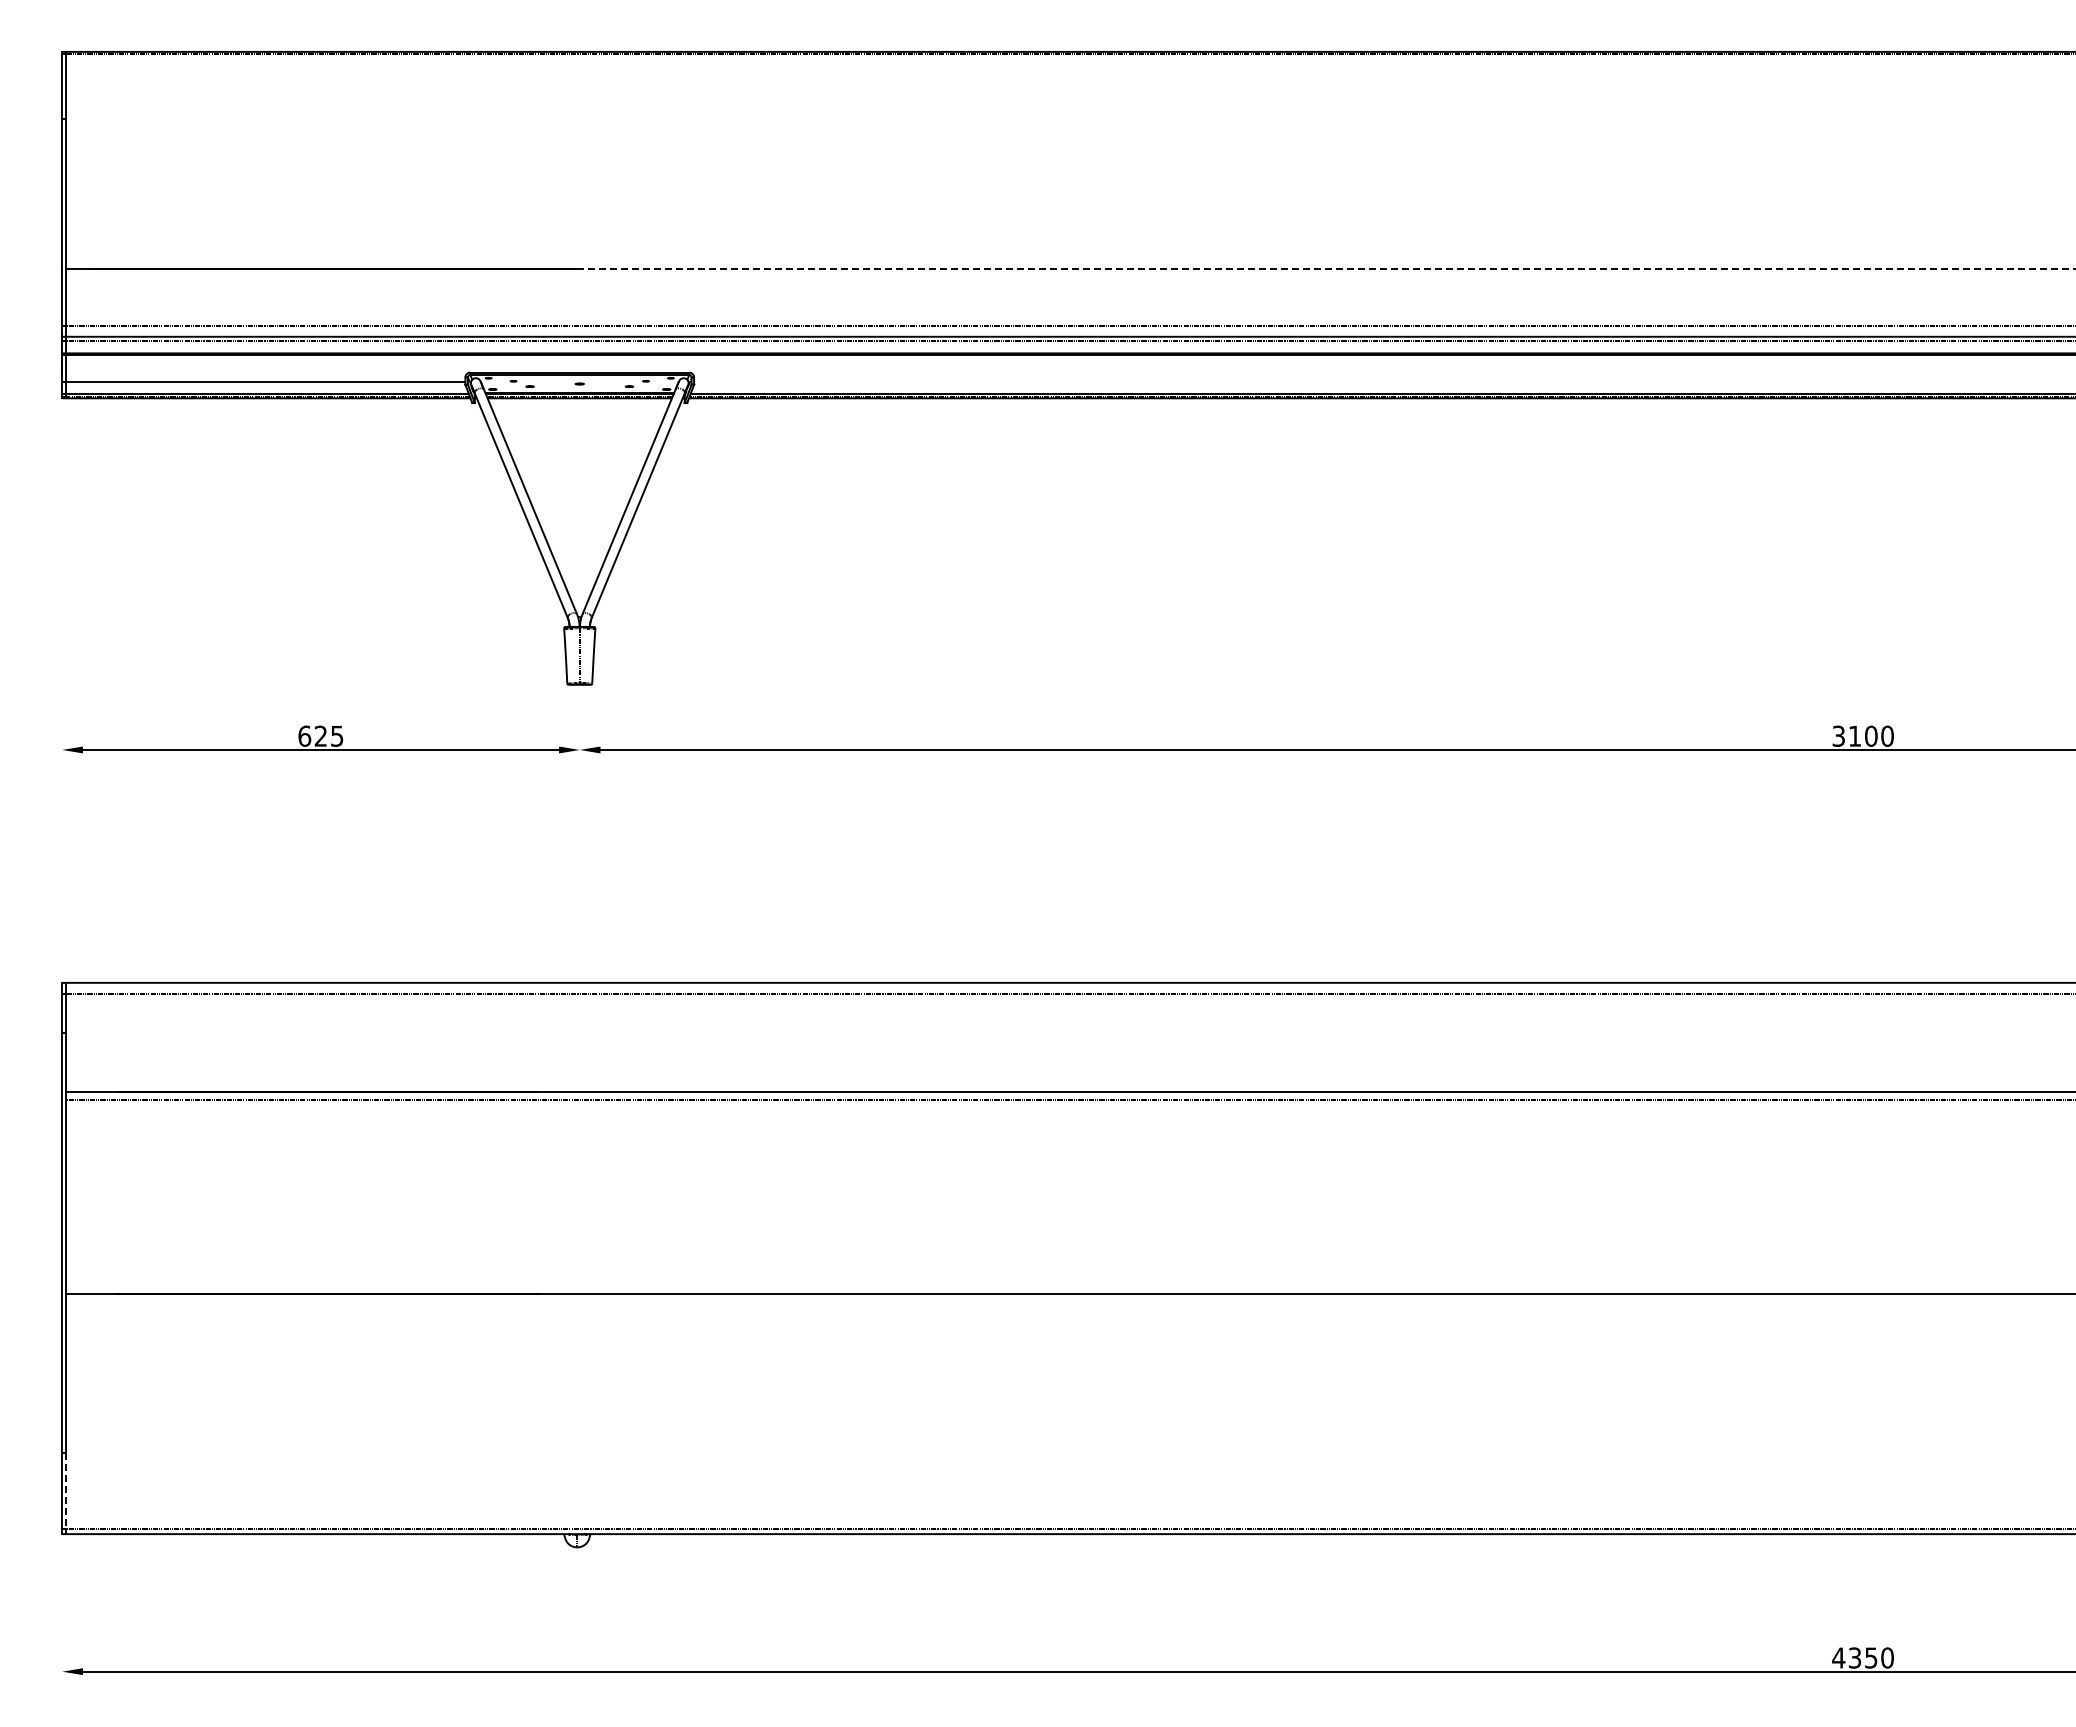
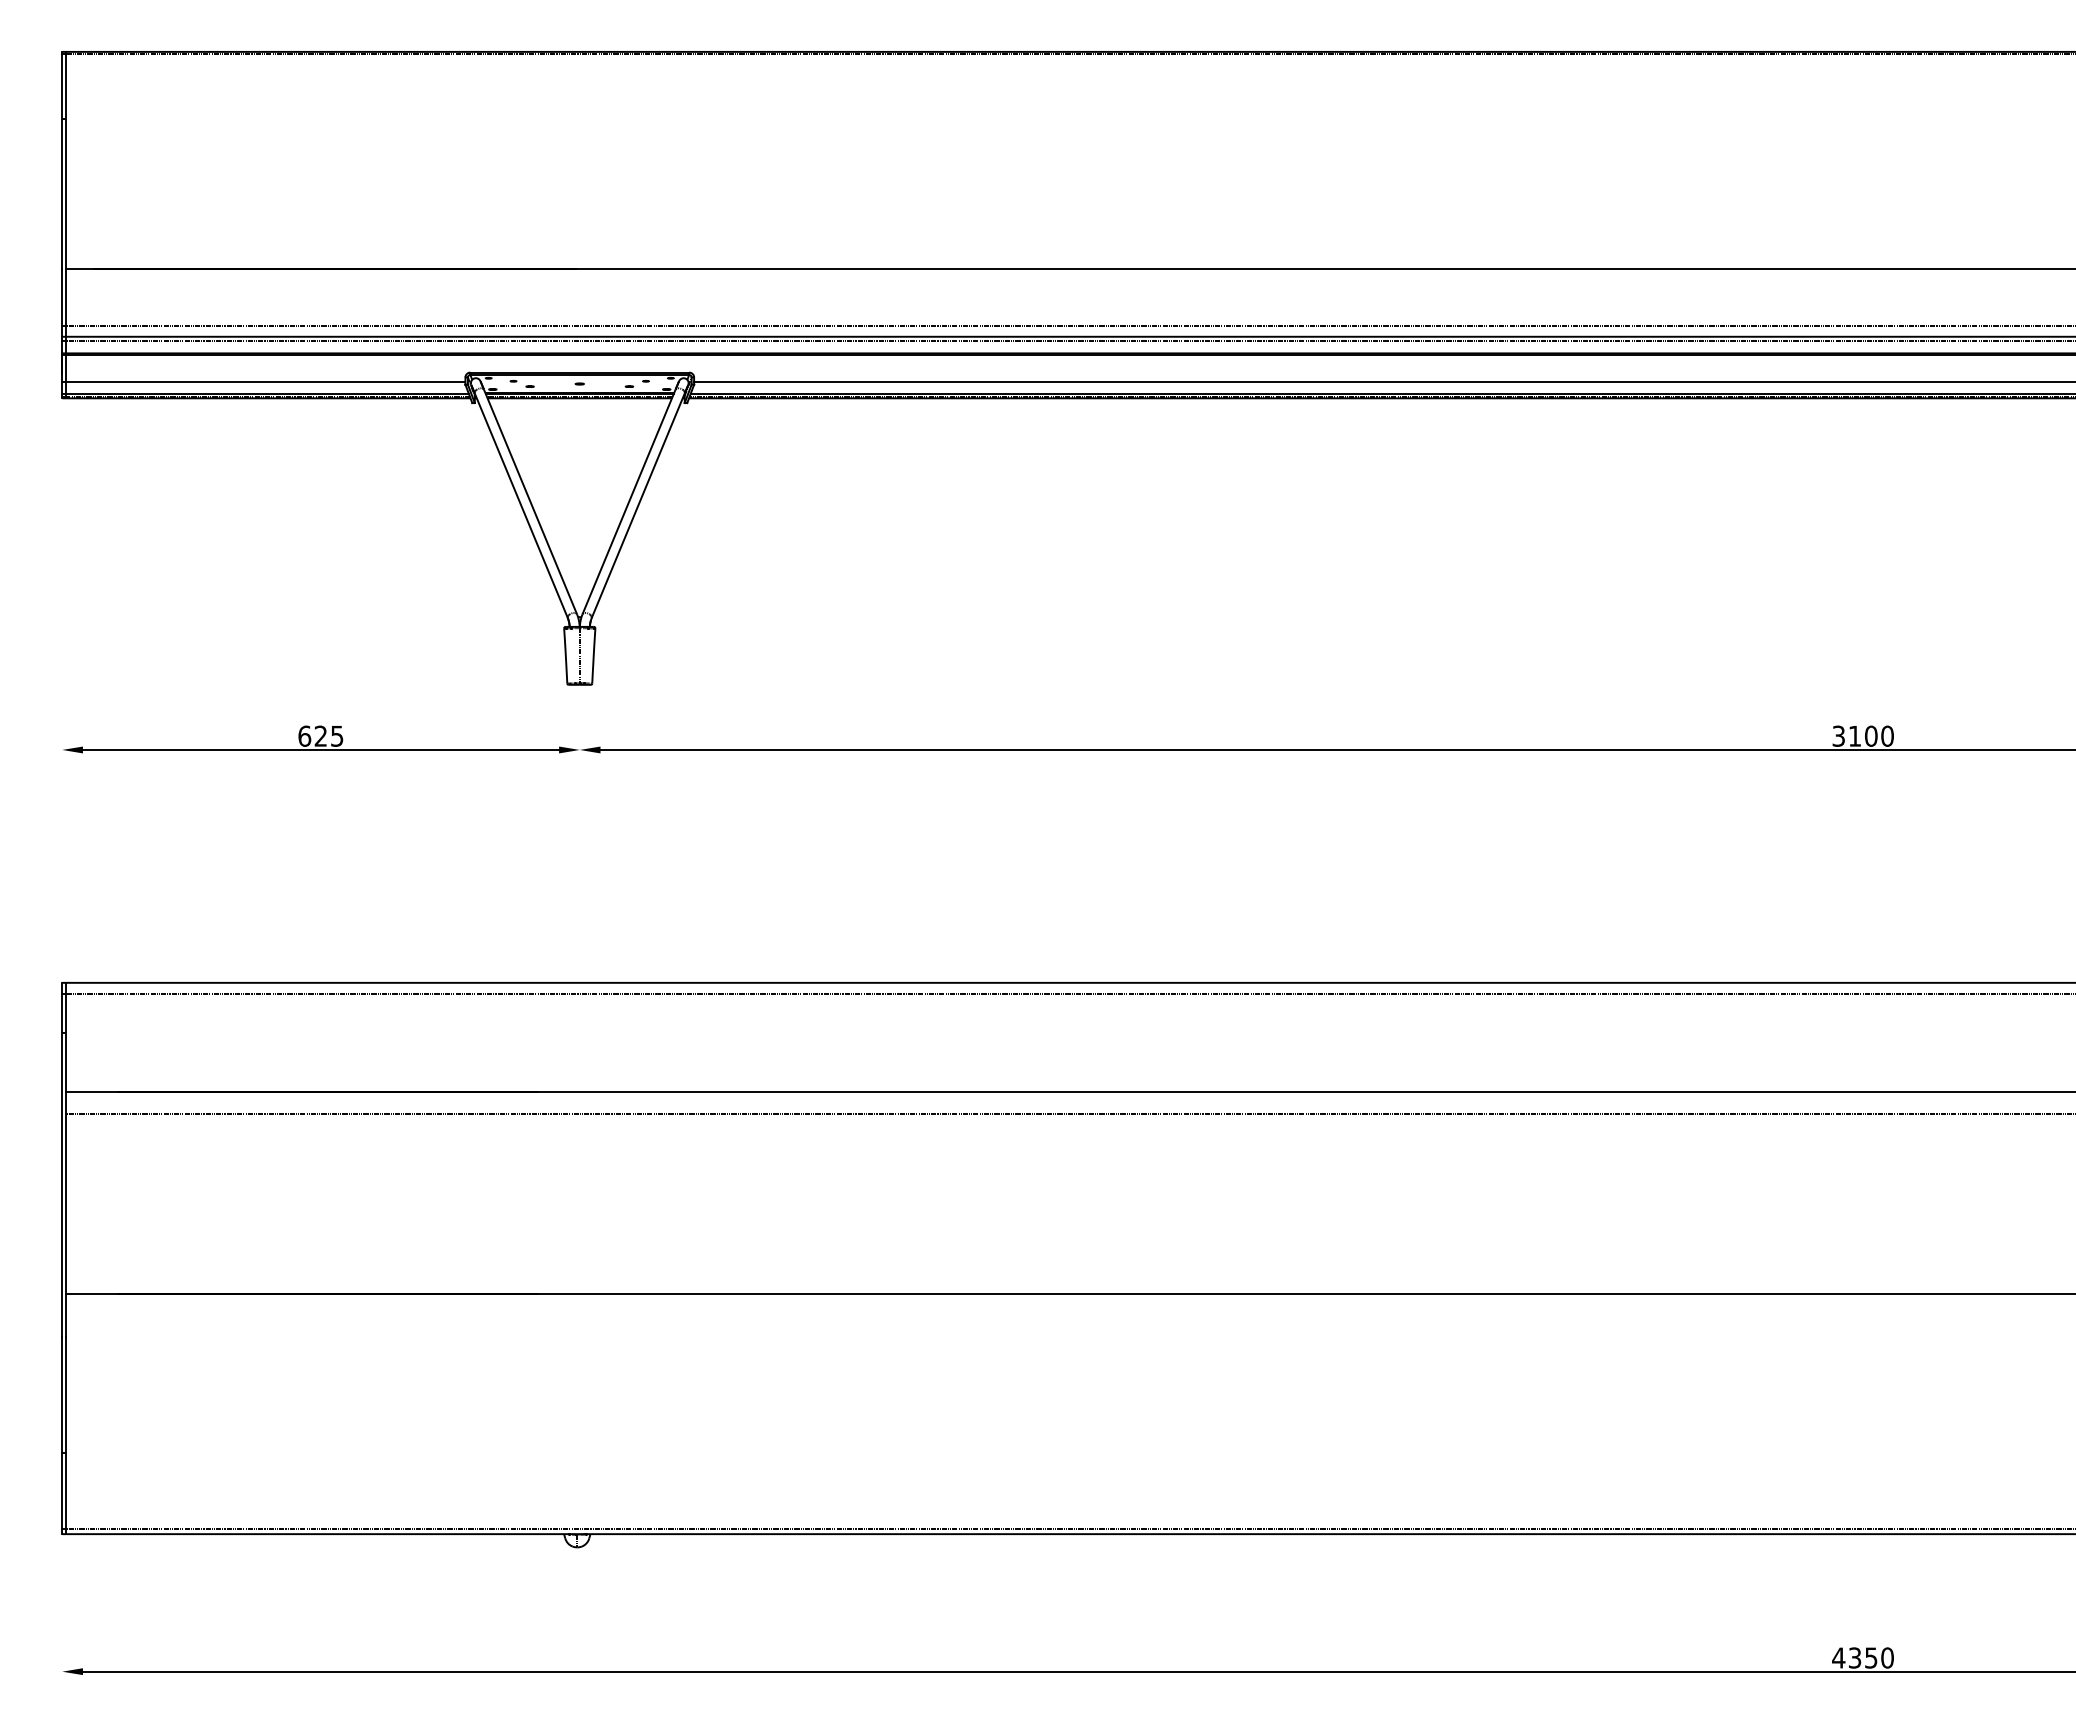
line at (1325, 269): dashed -> solid
line at (1383, 381): none -> present
line at (1069, 1100) position: (1069, 1100) -> (1069, 1114)
line at (66, 1491): dashed -> solid
